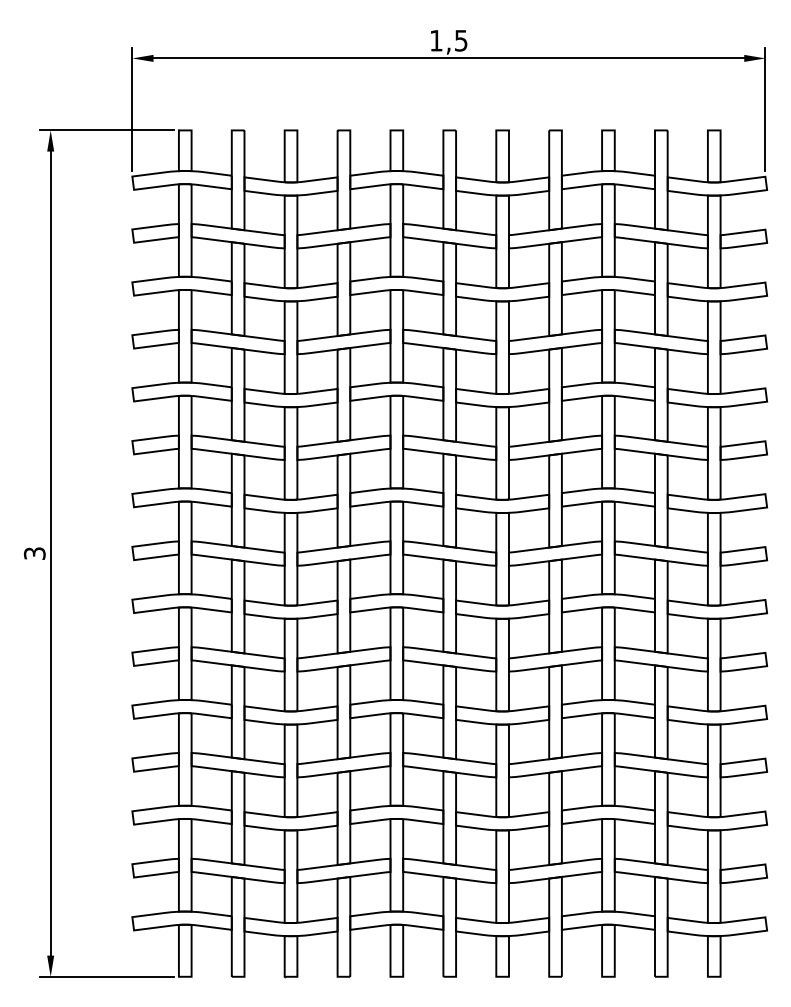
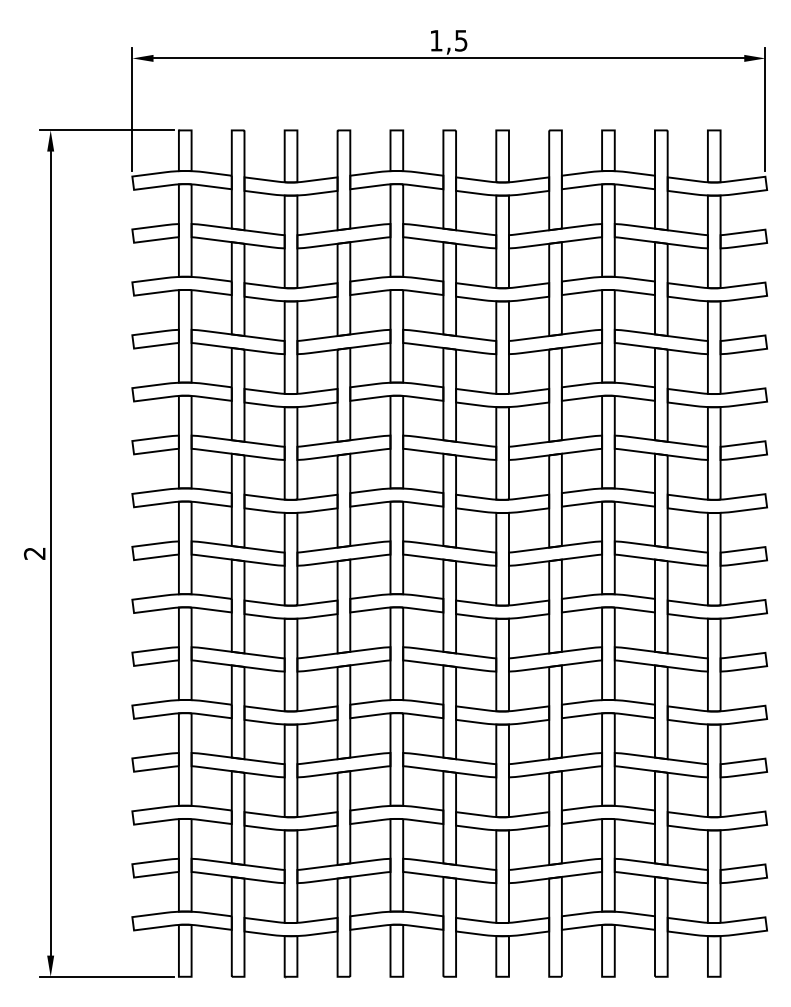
text at (34, 553): 3 -> 2
